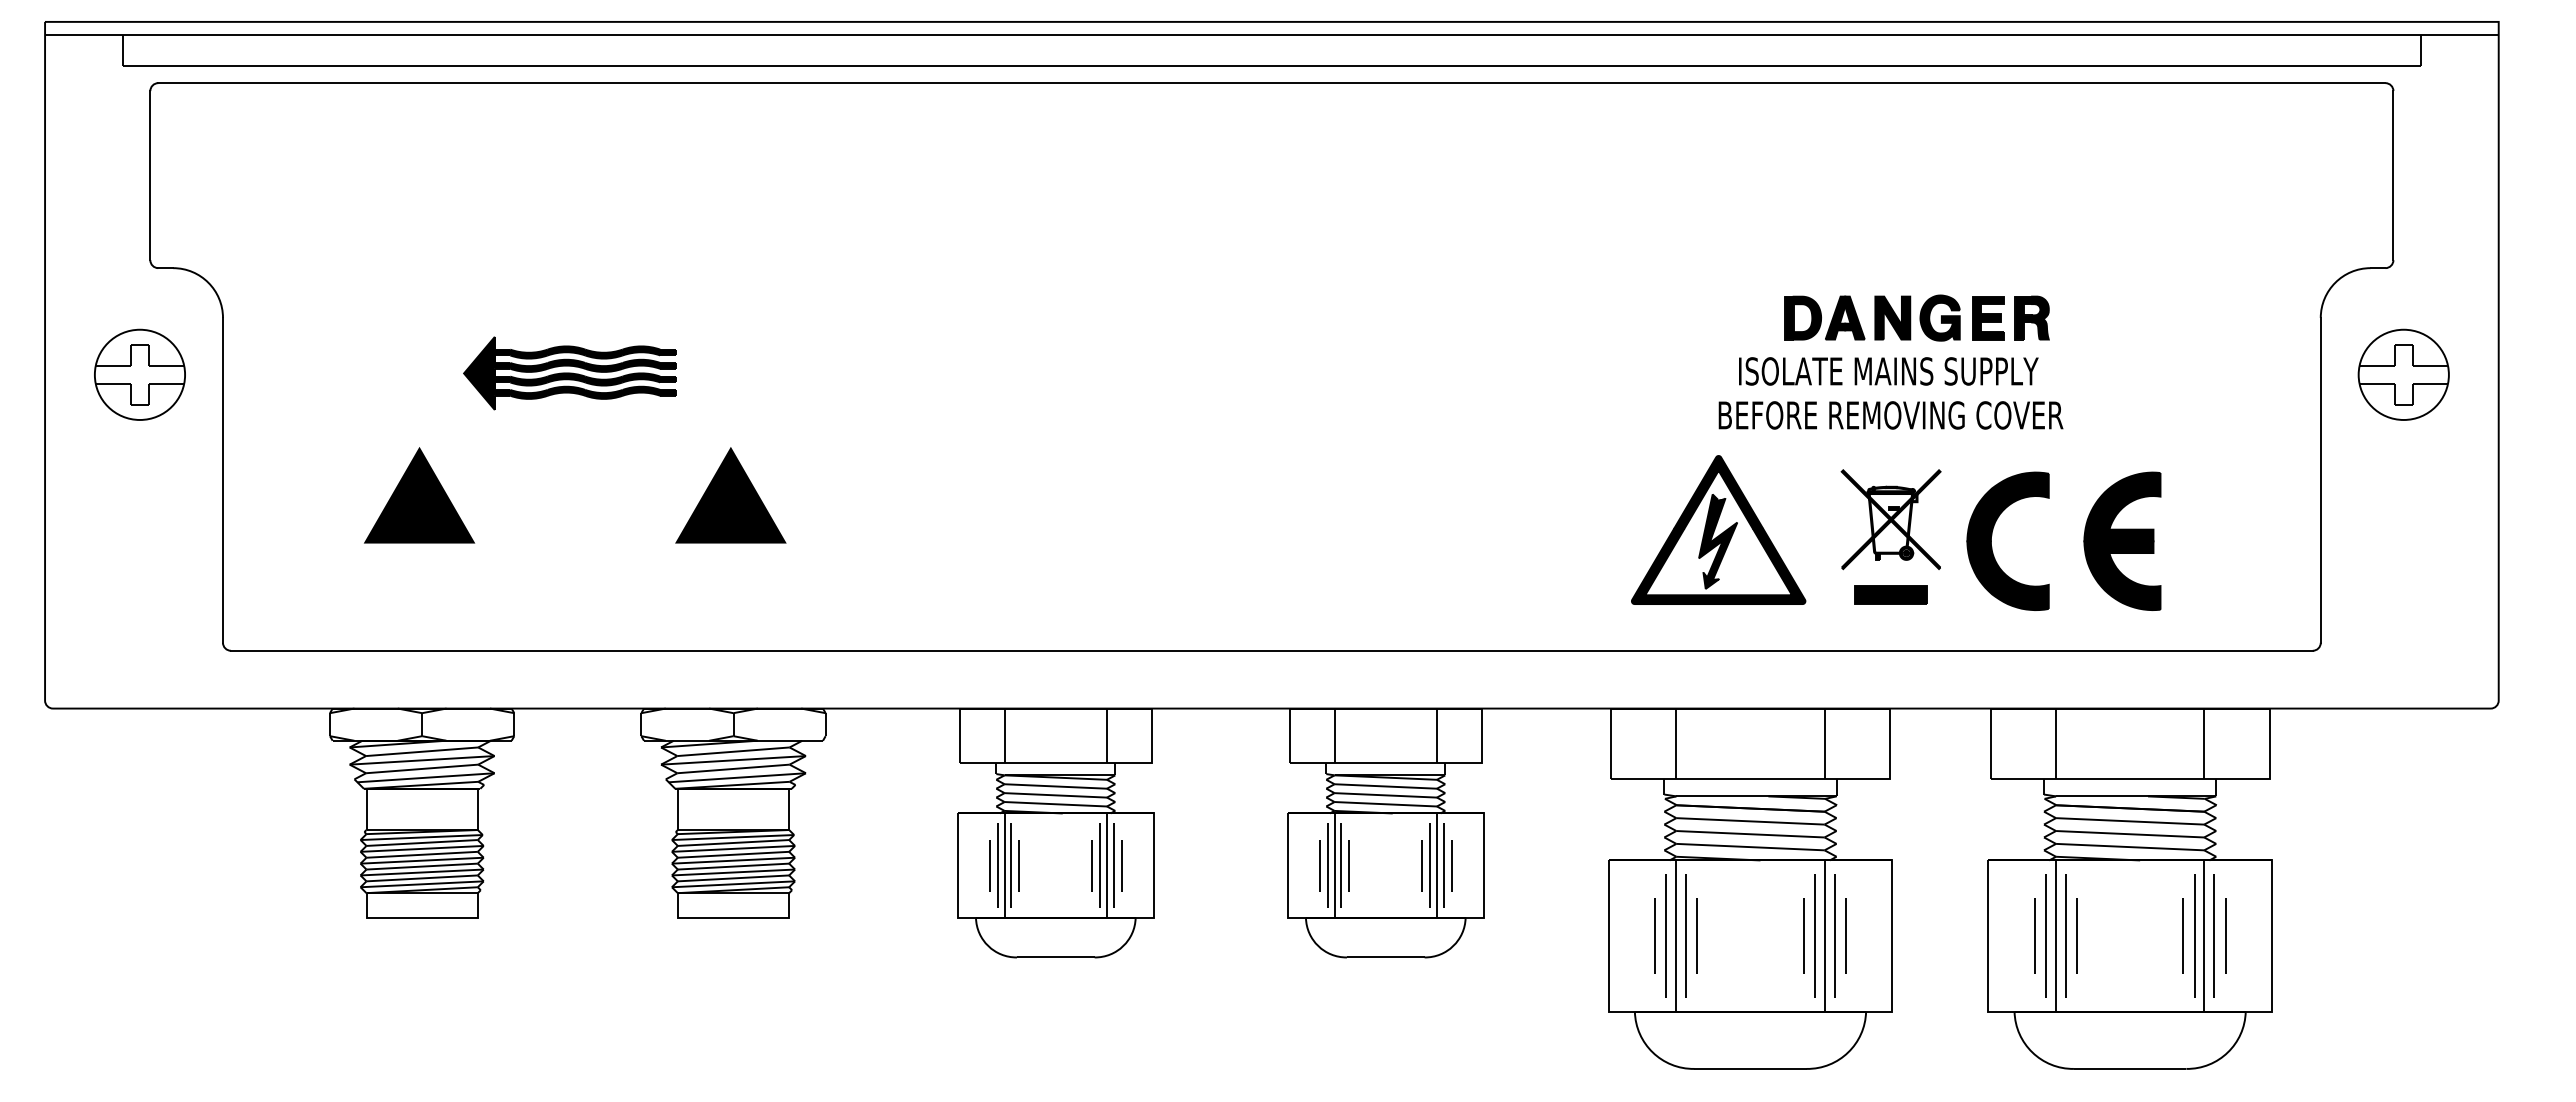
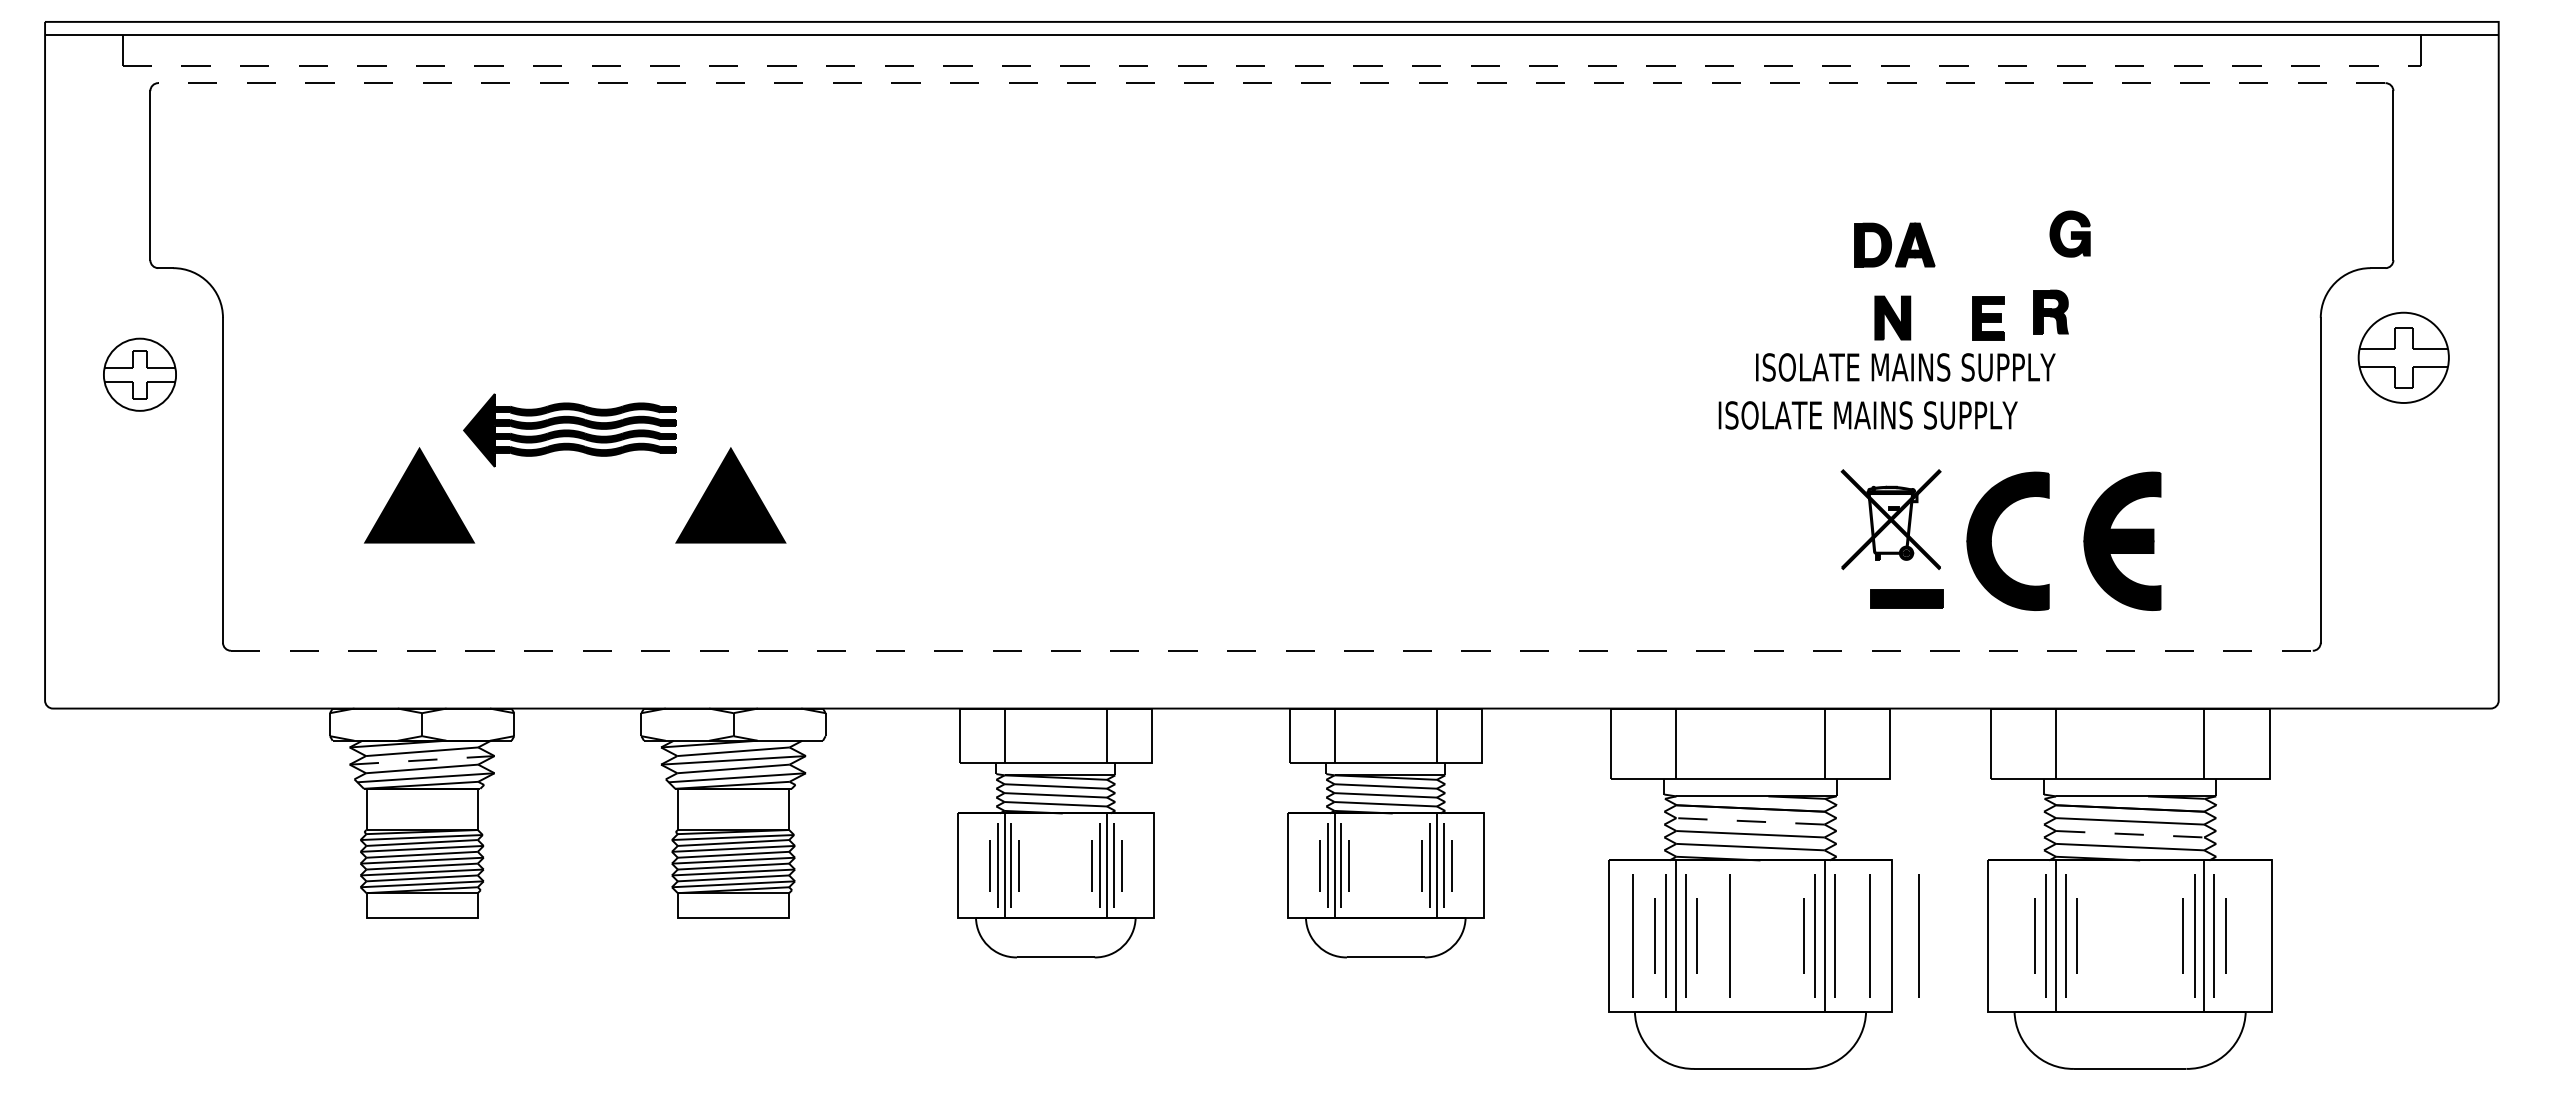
line at (1272, 65): solid -> dashed
line at (1271, 83): solid -> dashed
part at (1824, 317) position: (1824, 317) -> (1894, 244)
part at (1939, 317) position: (1939, 317) -> (2069, 233)
part at (2031, 317) position: (2031, 317) -> (2050, 311)
text at (1888, 371) position: (1888, 371) -> (1905, 367)
part at (569, 373) position: (569, 373) -> (569, 430)
part at (139, 374) size: 92x93 px -> 74x75 px
part at (2403, 374) position: (2403, 374) -> (2403, 357)
text at (1892, 415): BEFORE REMOVING COVER -> ISOLATE MAINS SUPPLY
part at (1718, 529): present -> none
part at (1890, 594) position: (1890, 594) -> (1906, 598)
line at (1271, 650): solid -> dashed
line at (422, 760): solid -> dashed
line at (1750, 821): solid -> dashed
line at (2130, 834): solid -> dashed
line at (1632, 935): none -> present
line at (1729, 935): none -> present
line at (1845, 935): present -> none
line at (1869, 935): none -> present
line at (1918, 935): none -> present
